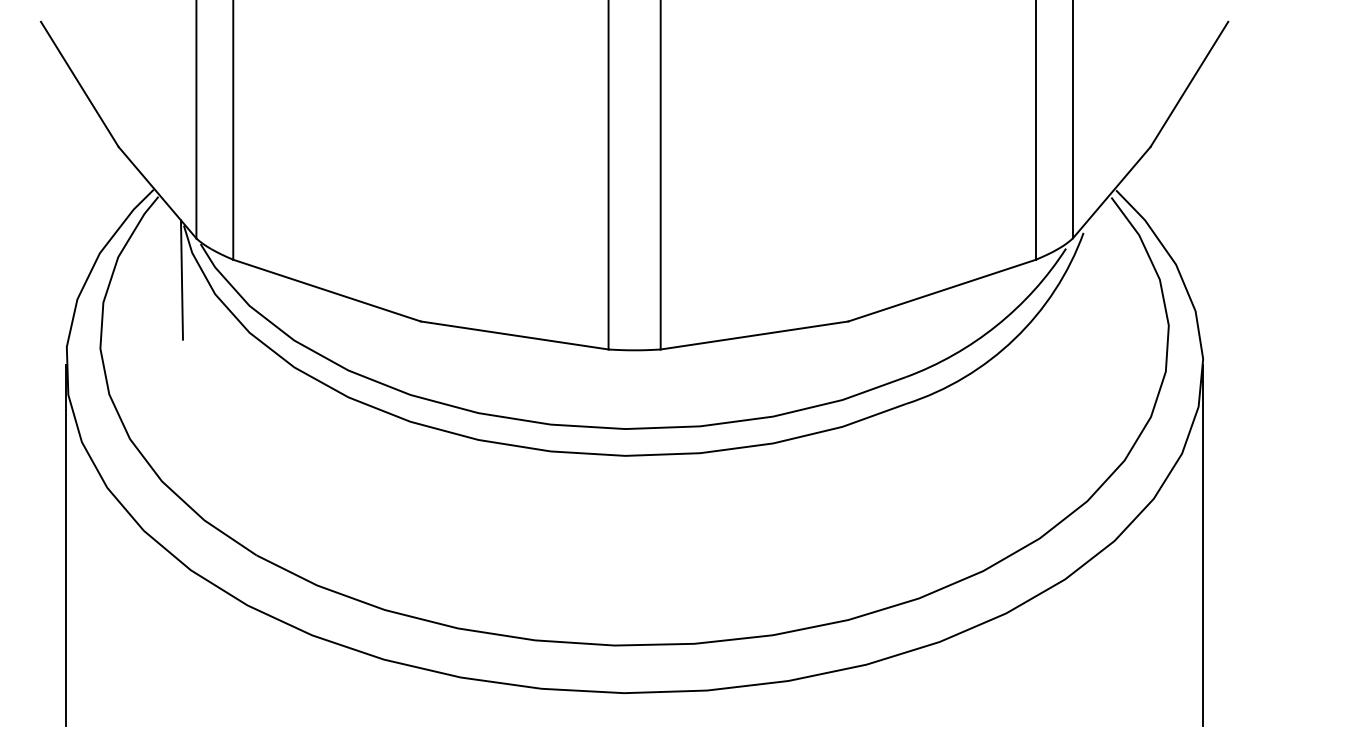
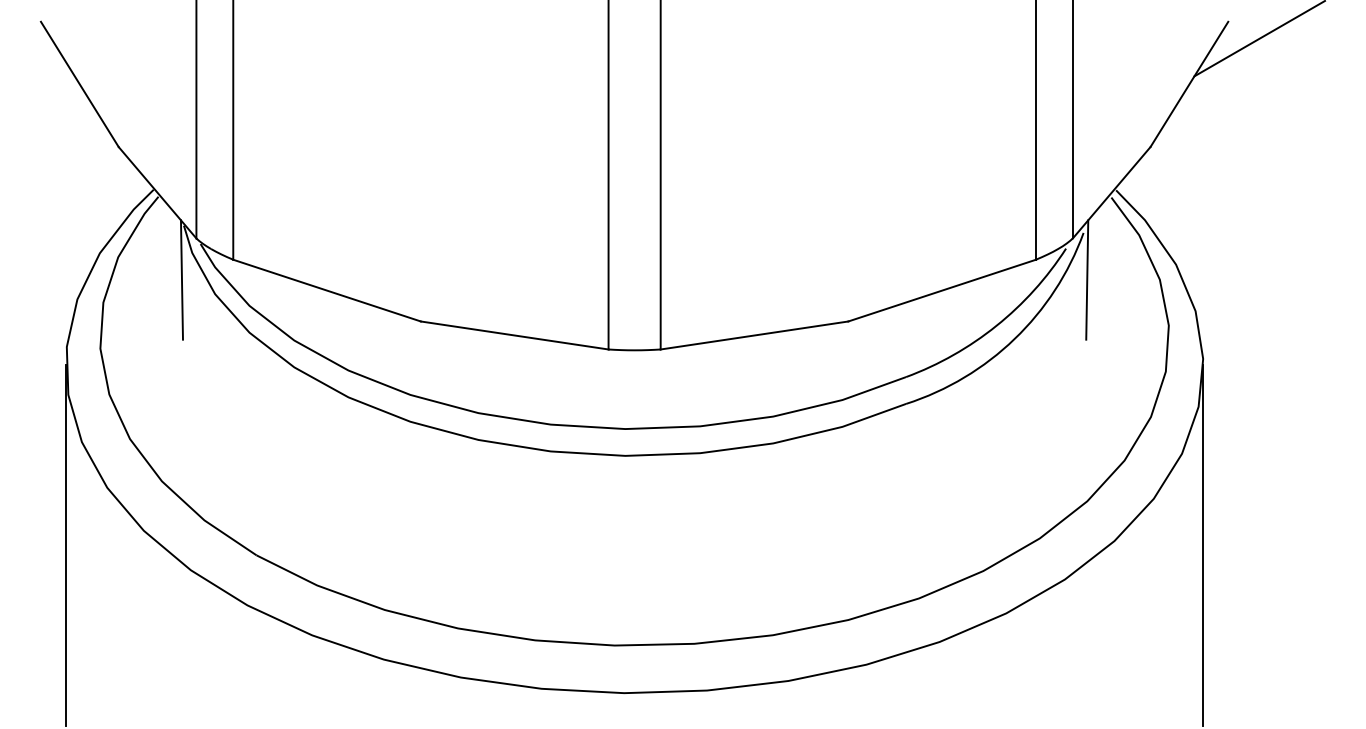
line at (1258, 39): none -> present
line at (1087, 279): none -> present
